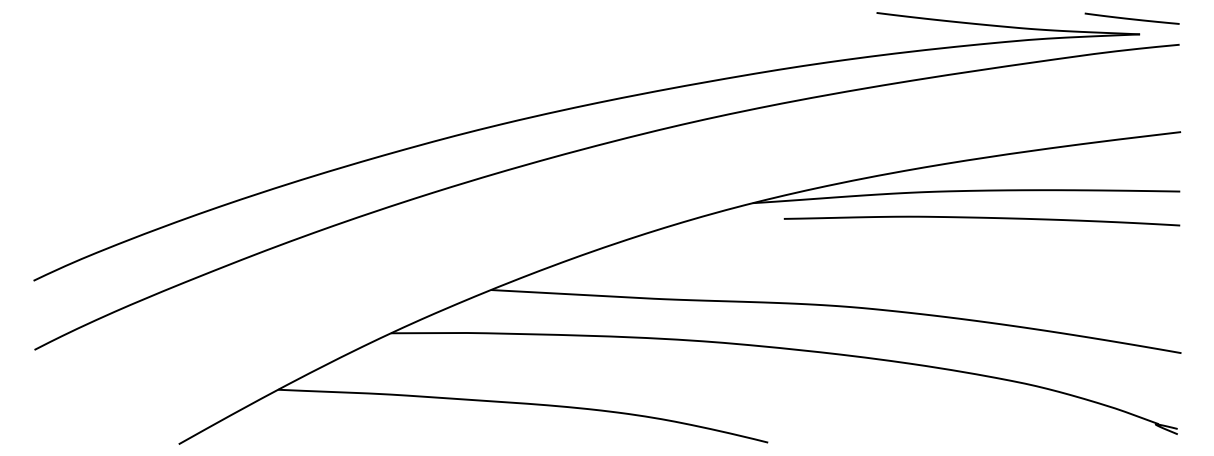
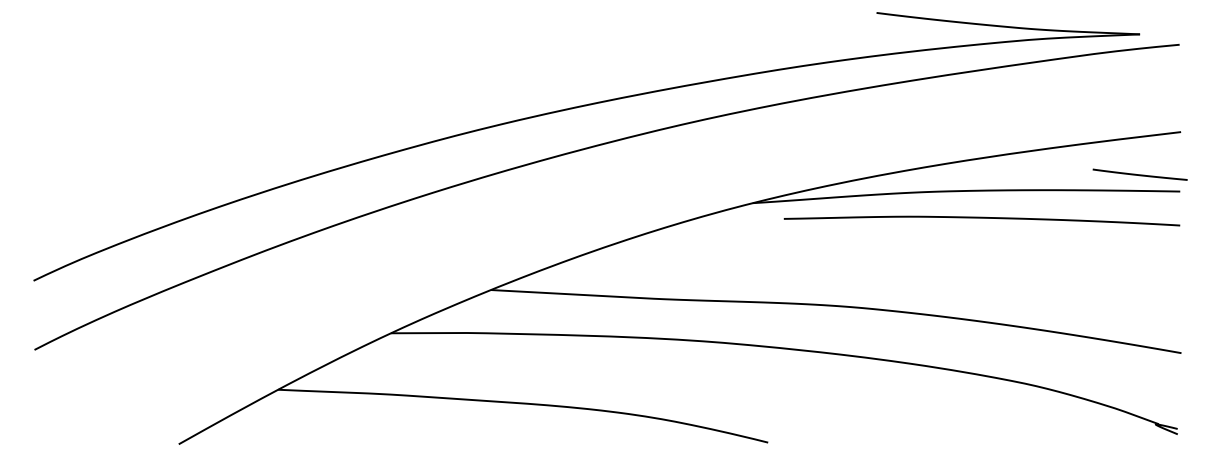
line at (1131, 18) position: (1131, 18) -> (1139, 174)
